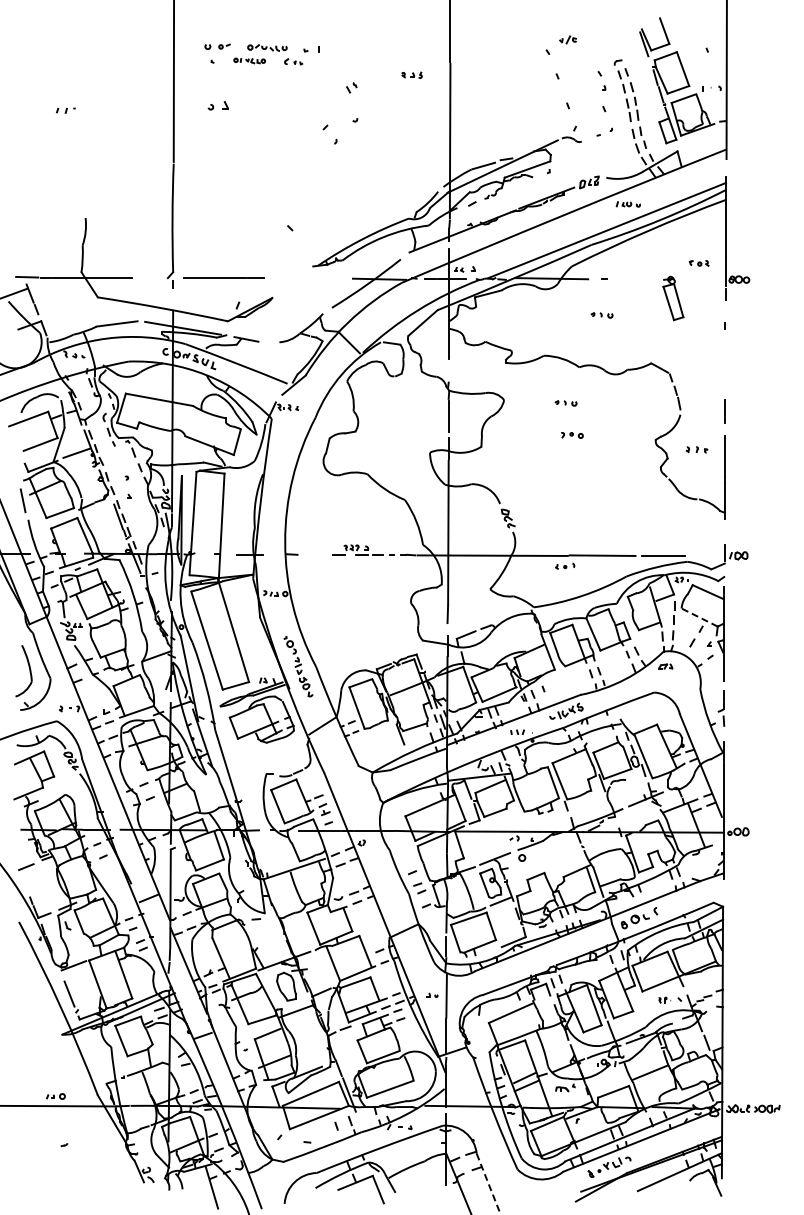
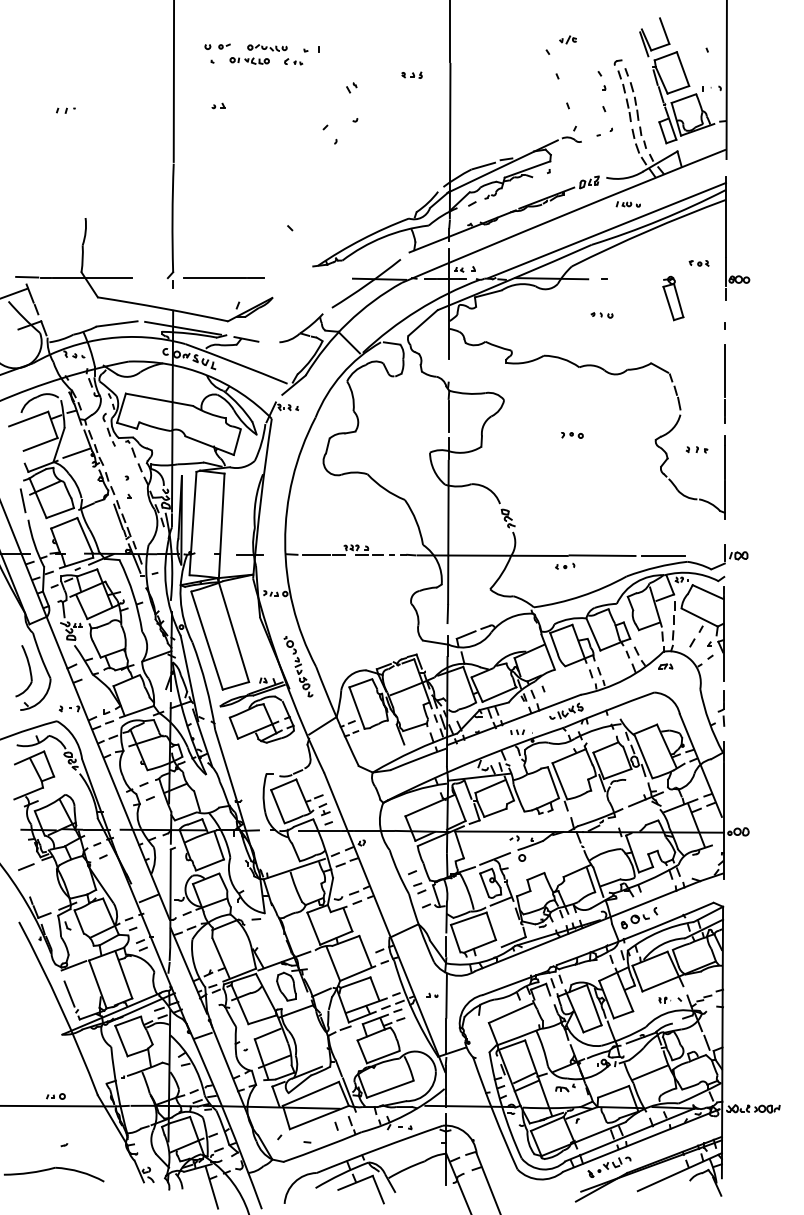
part at (249, 60) size: 33x8 px -> 41x8 px
part at (217, 105) size: 22x10 px -> 15x8 px
line at (725, 370): none -> present
part at (565, 403): present -> none
line at (316, 554): none -> present
line at (699, 617): dashed -> solid
part at (53, 1174): none -> present
line at (488, 1184): dashed -> solid
